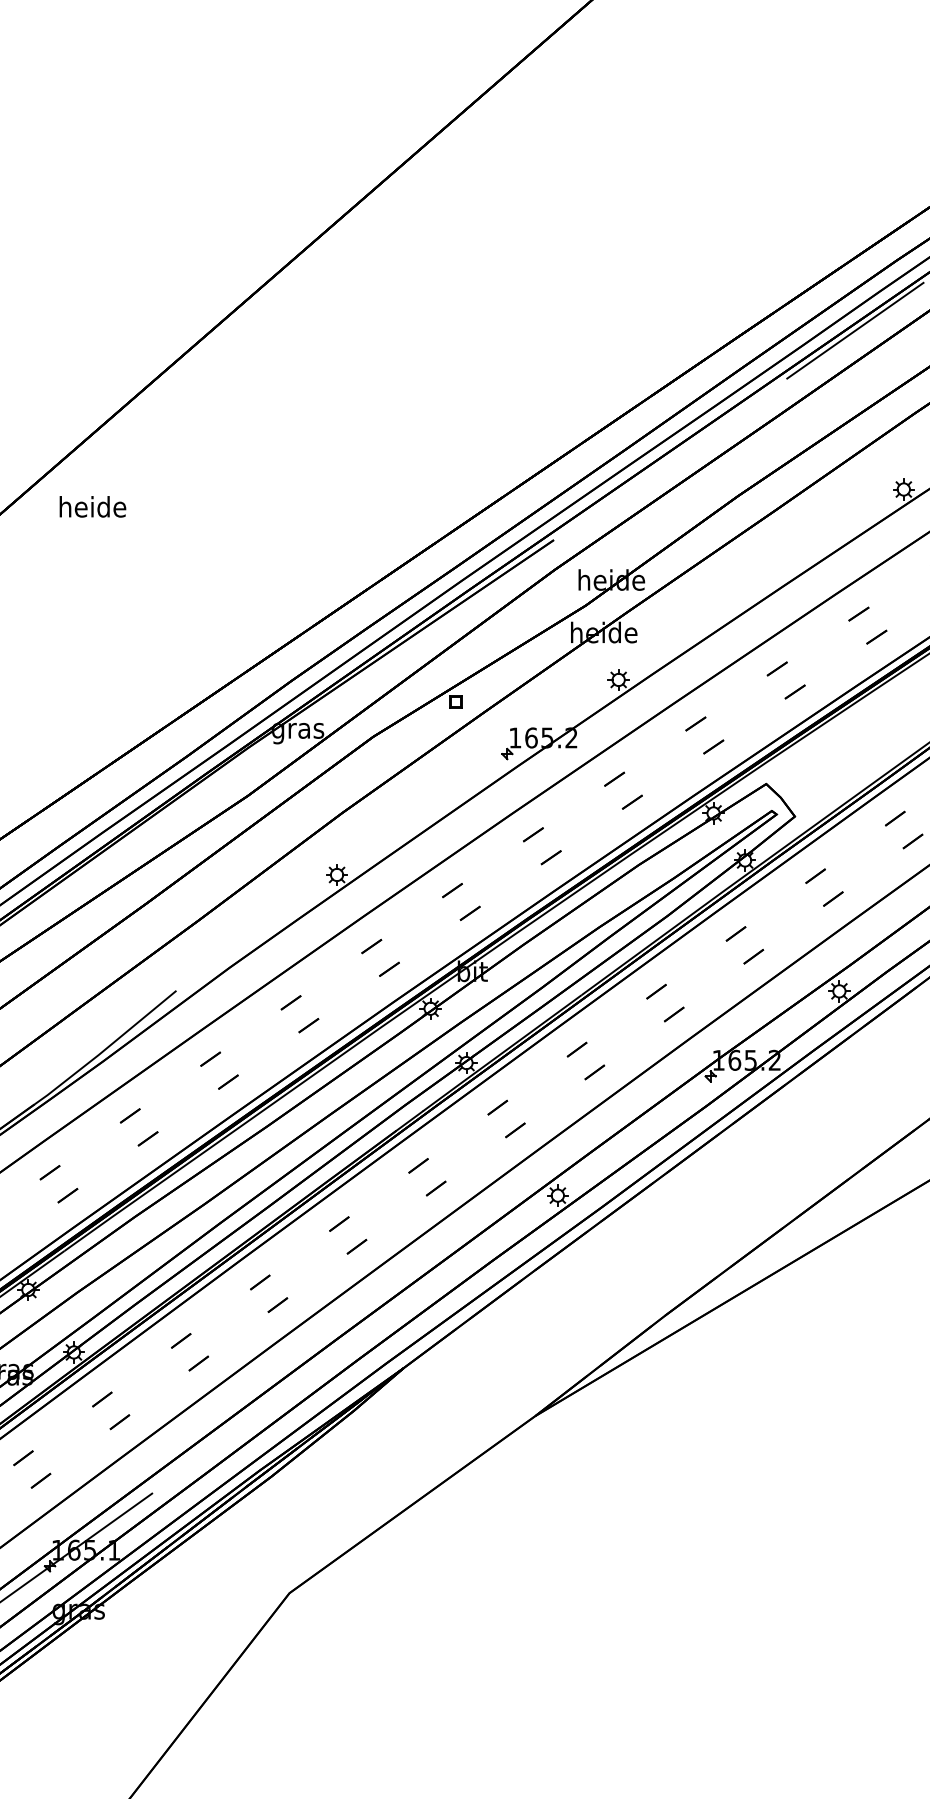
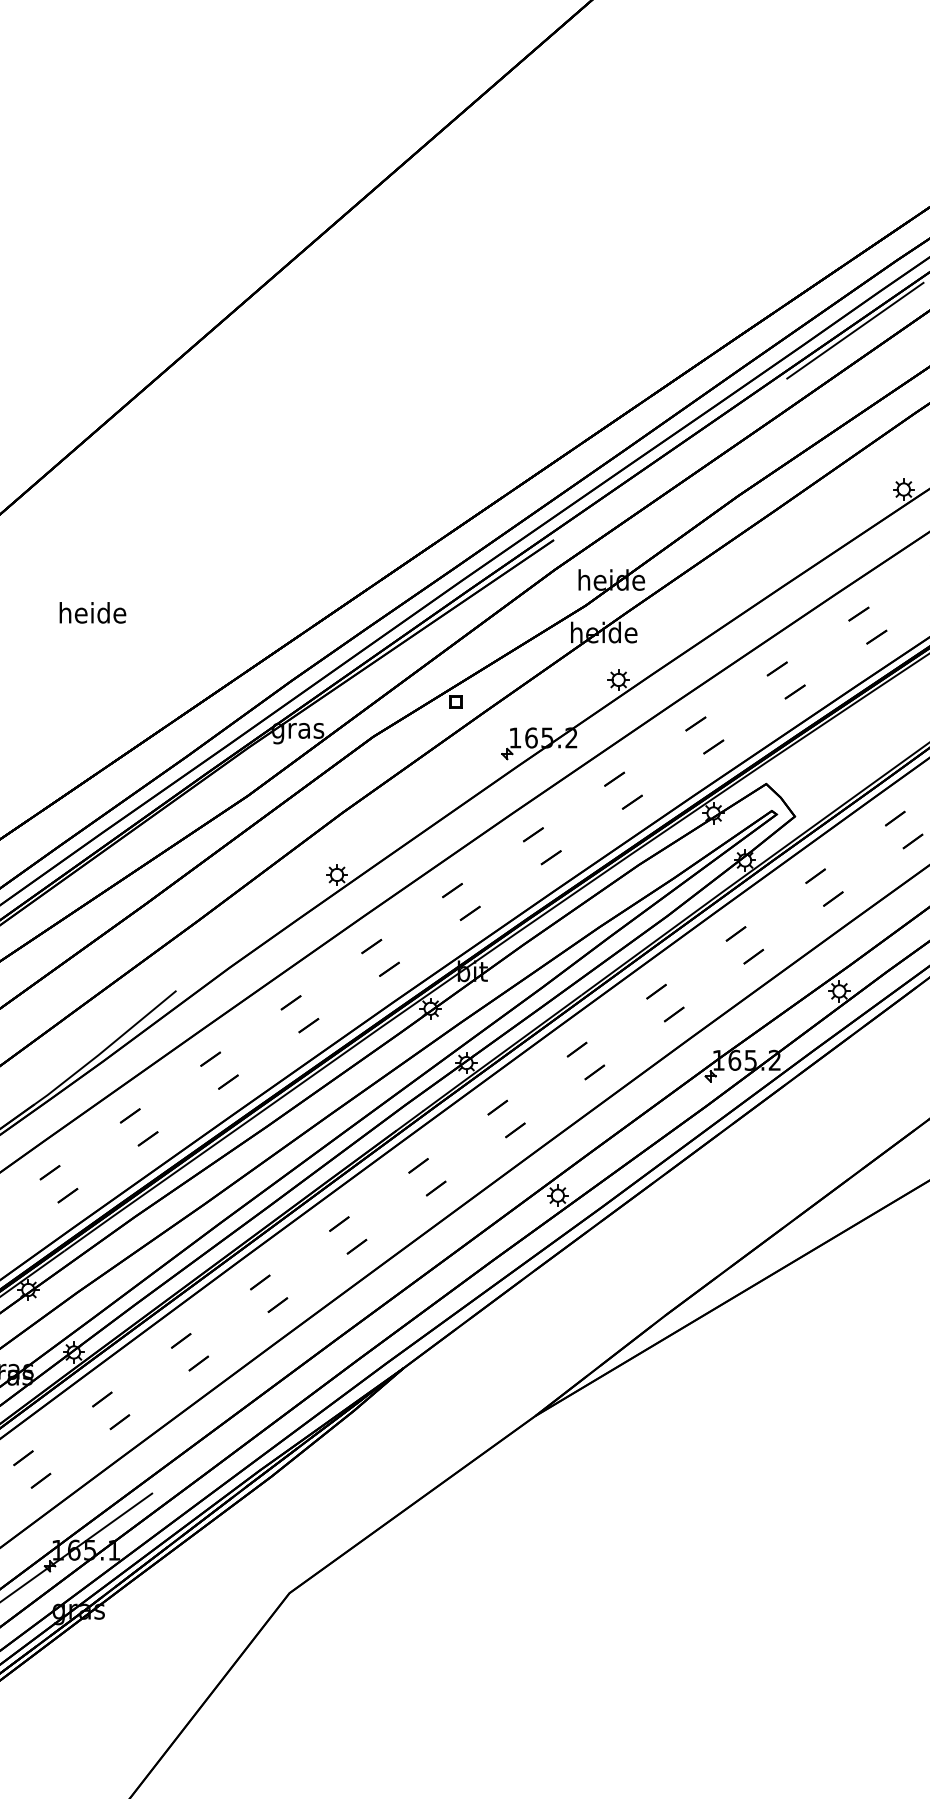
text at (92, 506) position: (92, 506) -> (92, 612)
